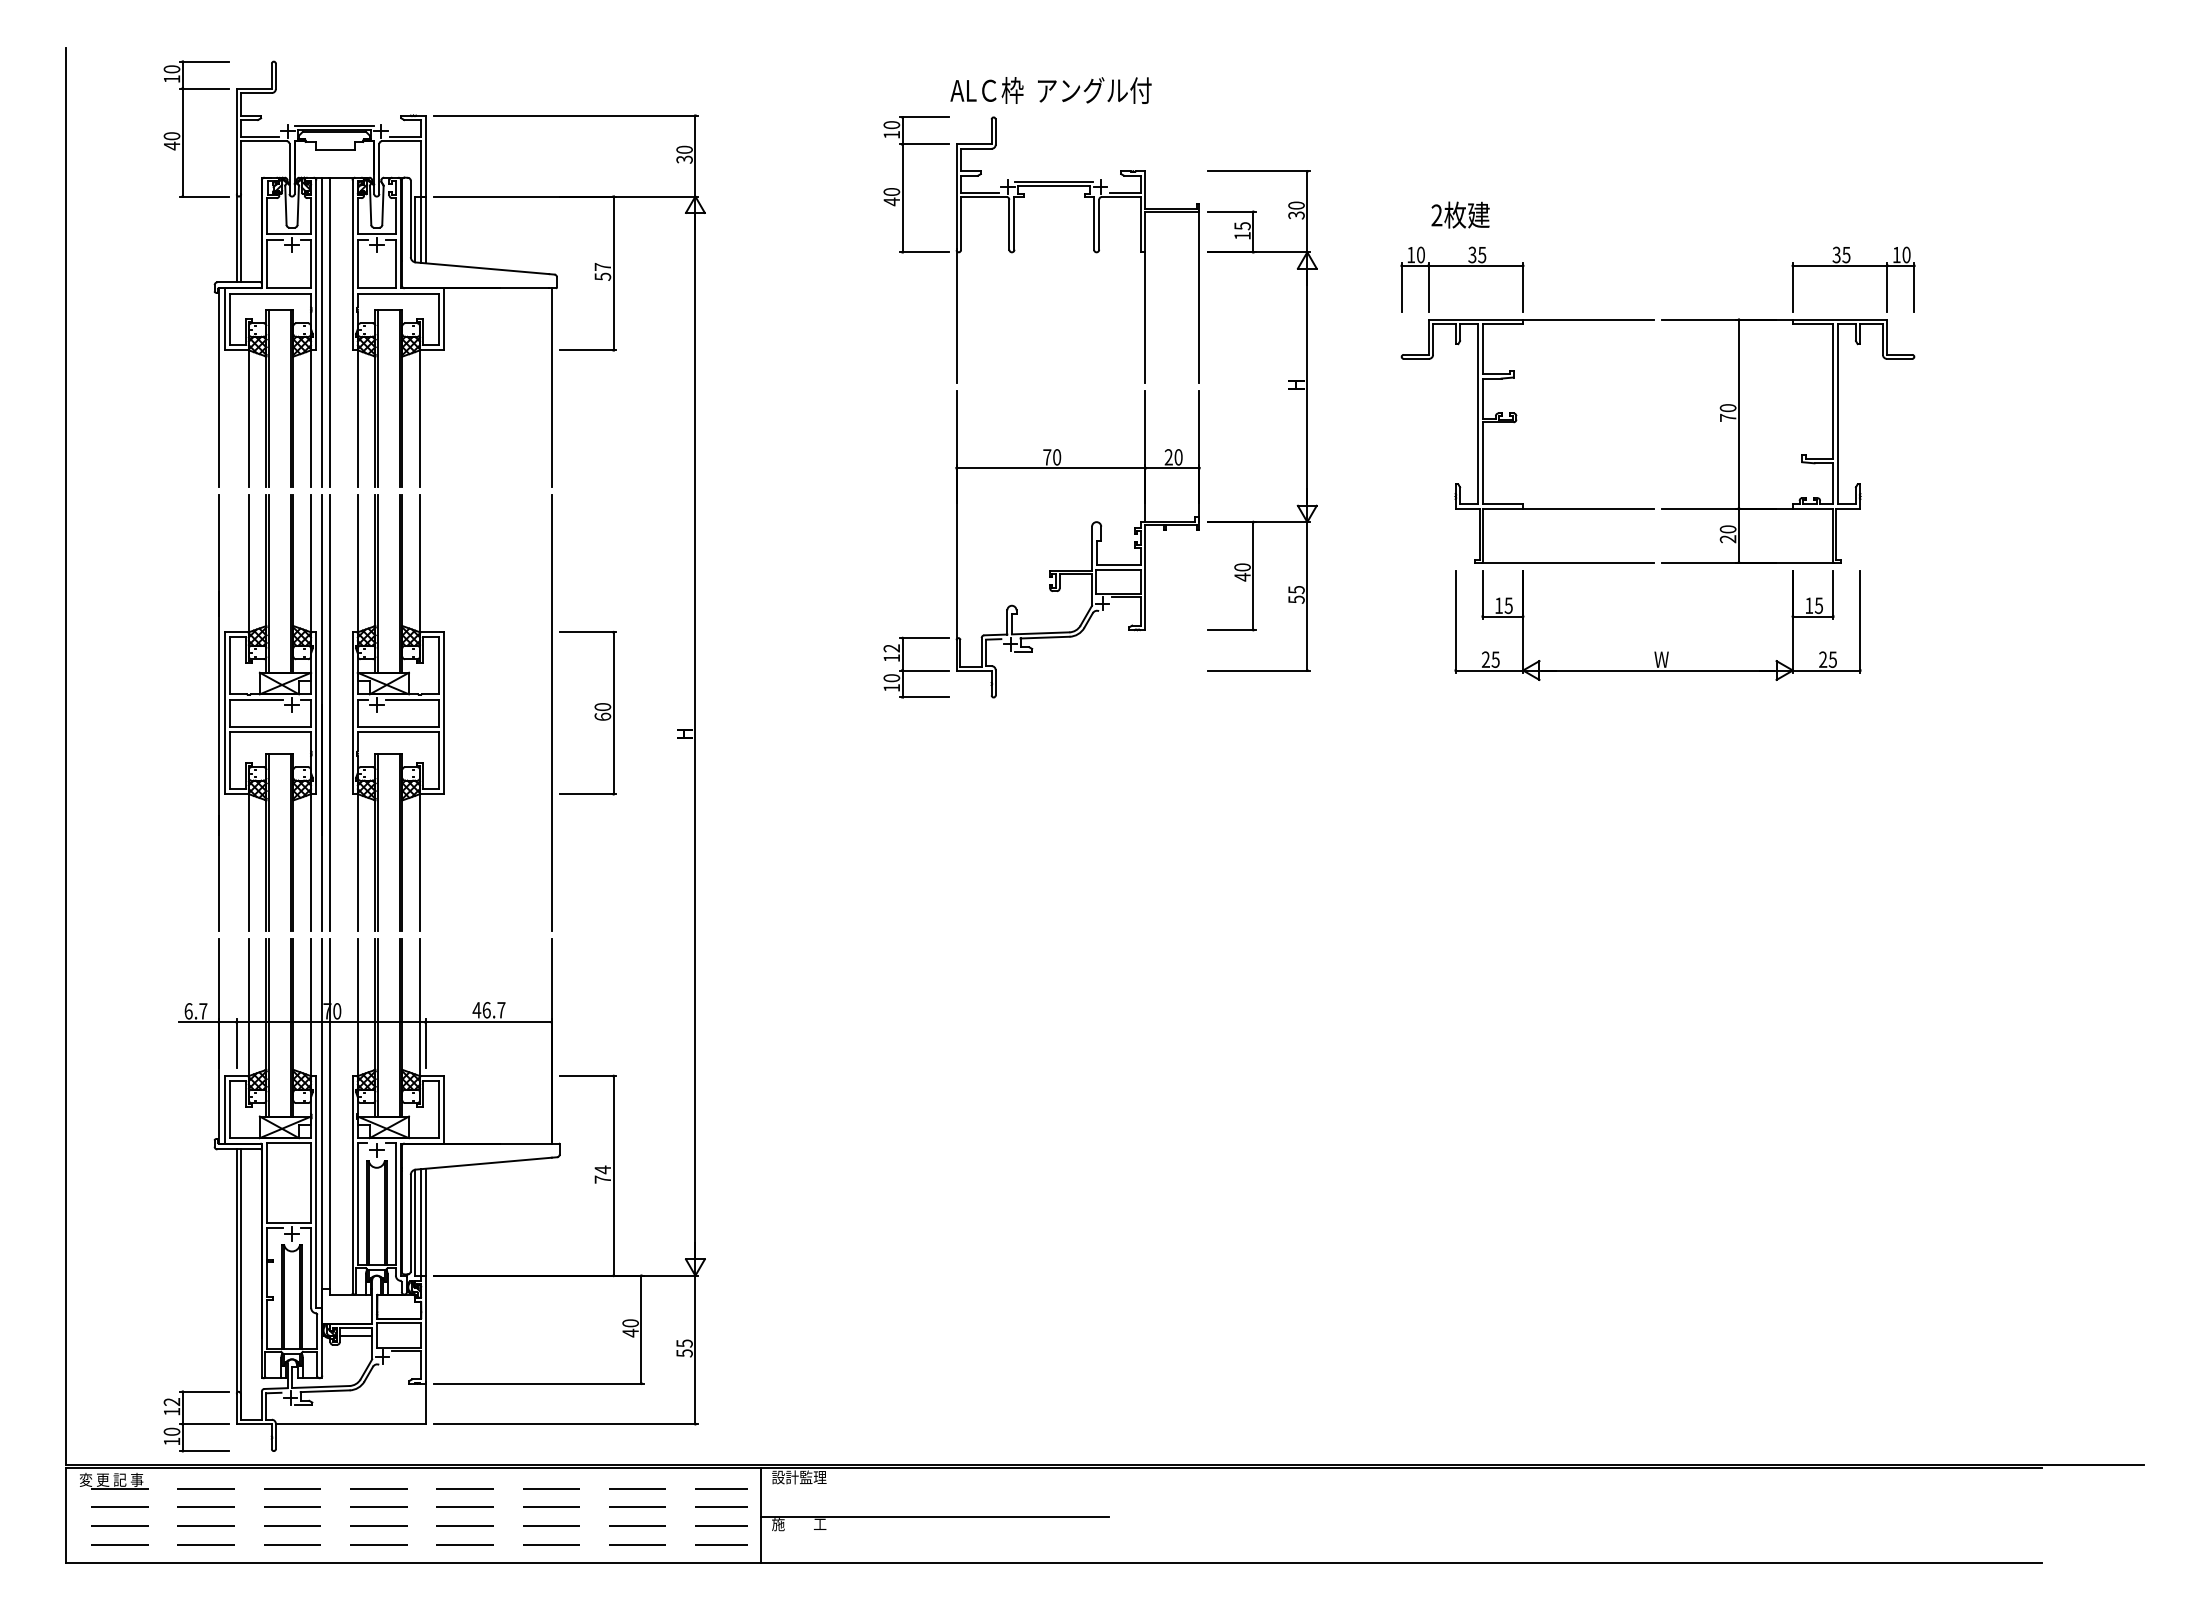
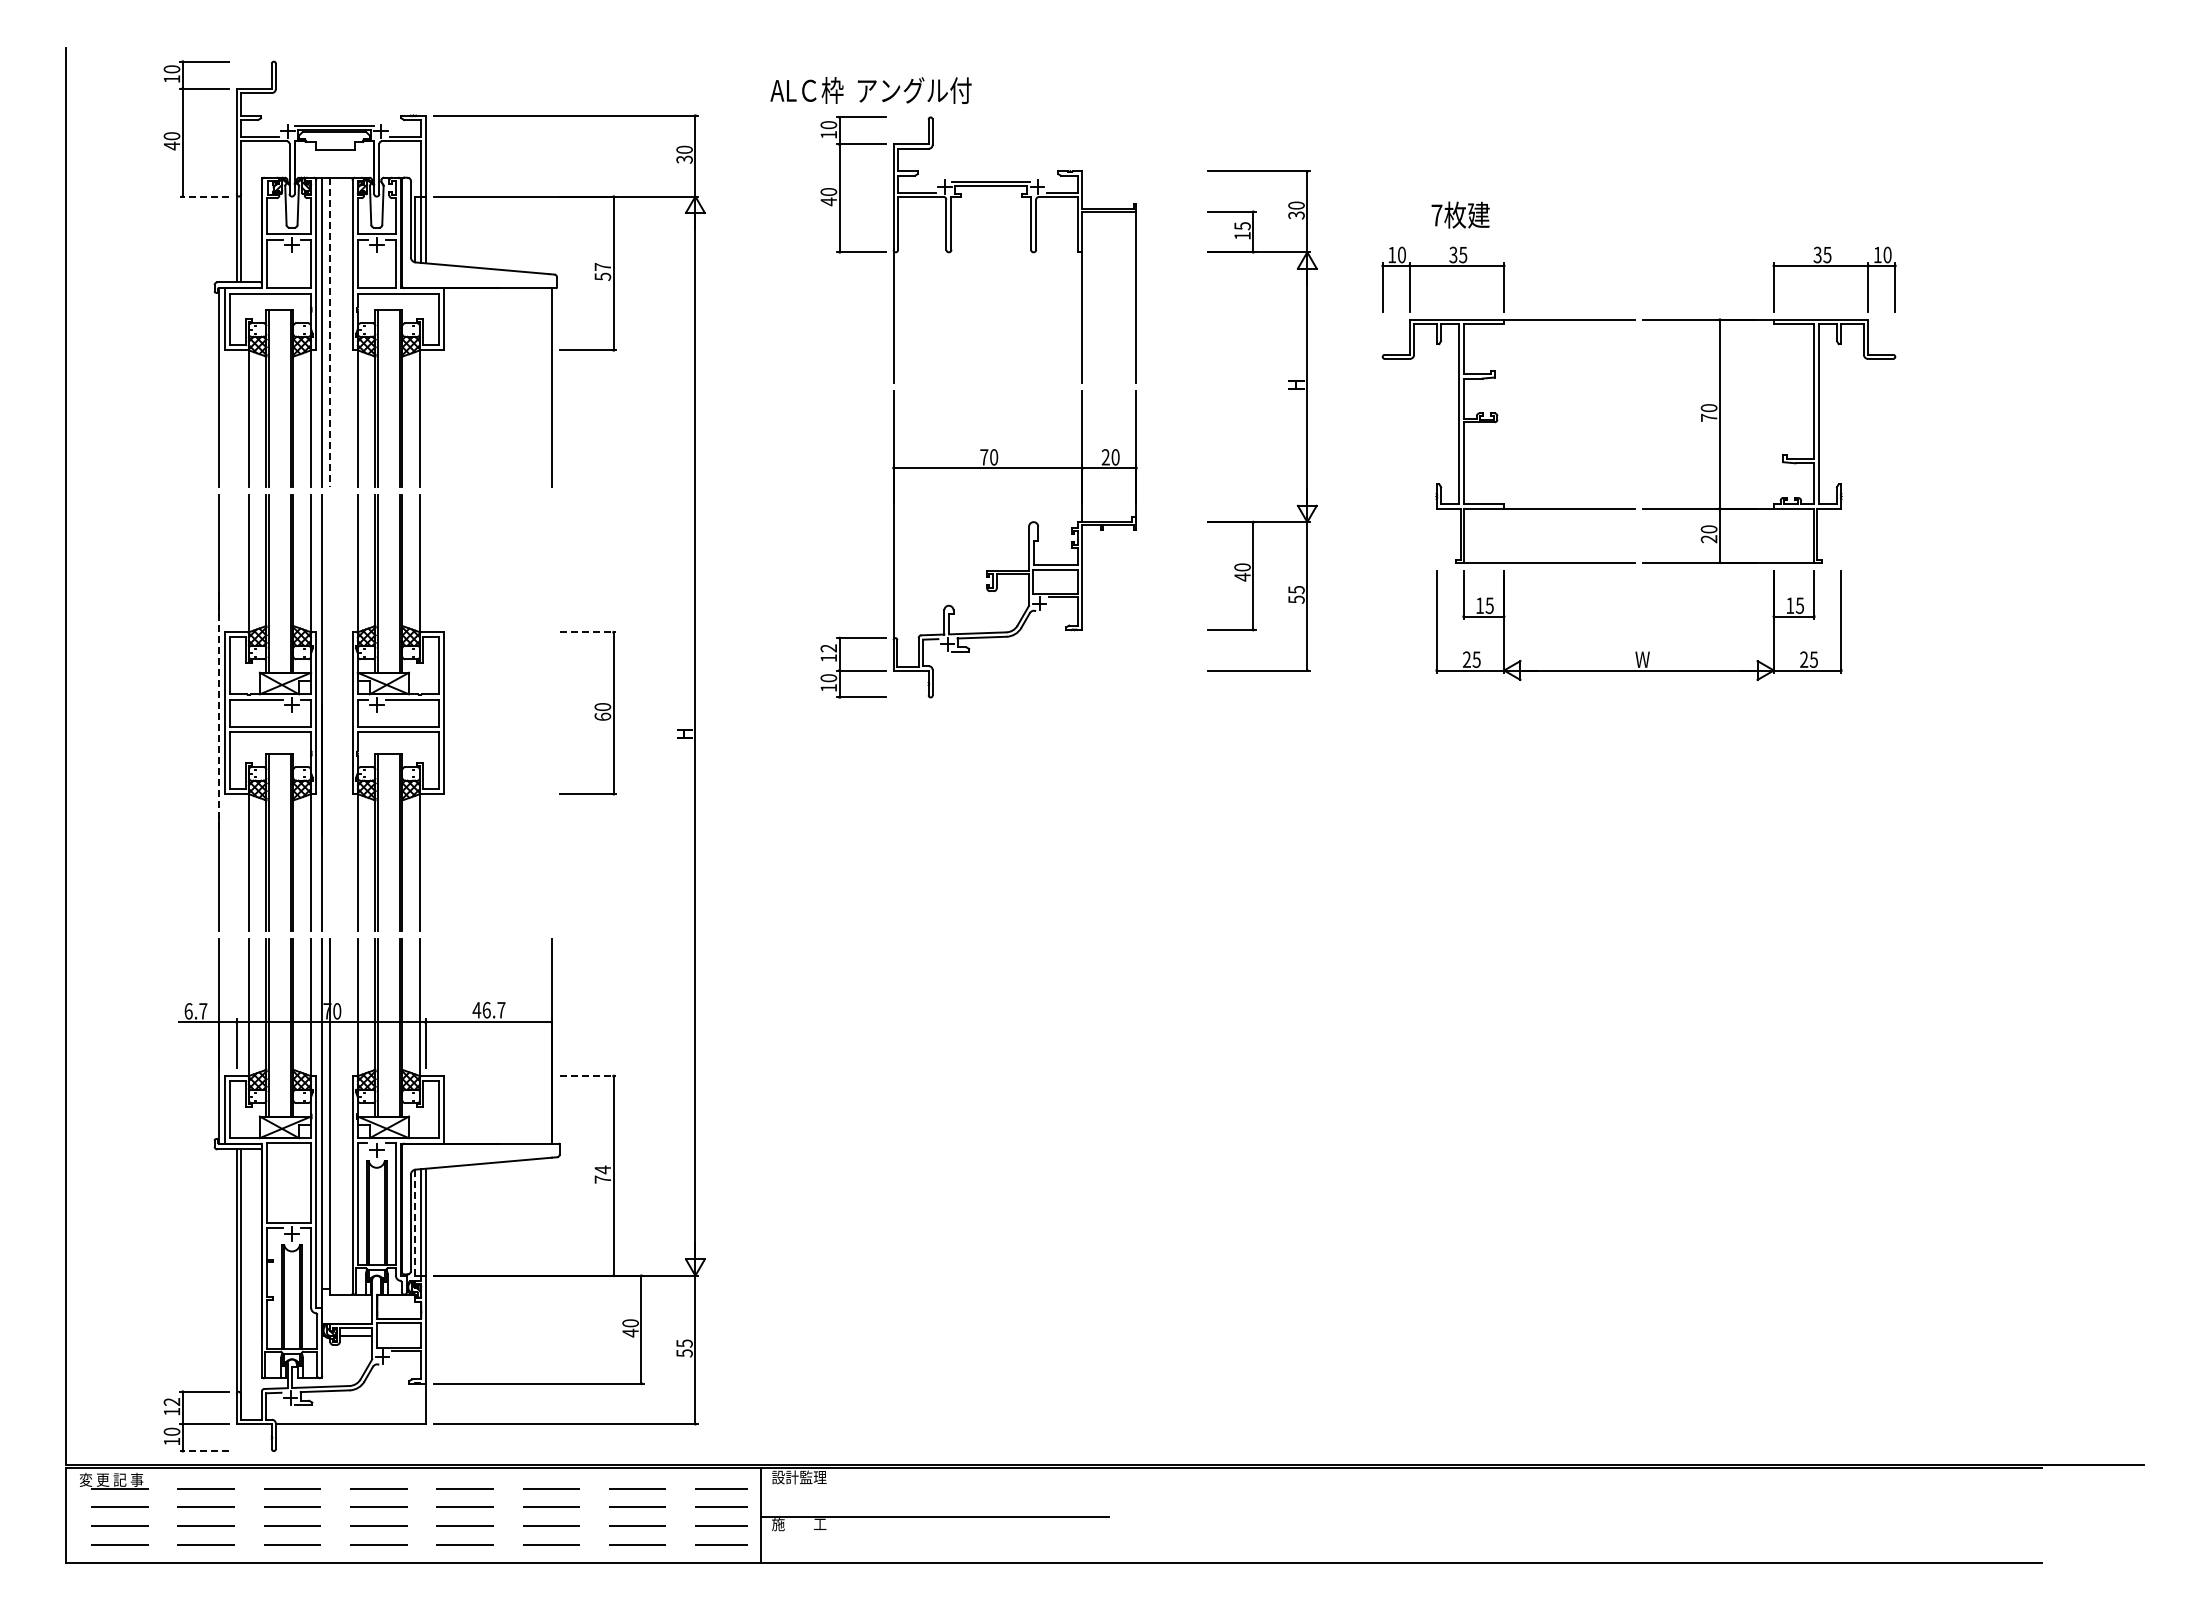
text at (1050, 90) position: (1050, 90) -> (870, 90)
line at (203, 196): solid -> dashed
text at (1436, 215): 2 -> 7
line at (330, 332): solid -> dashed
part at (1043, 449) position: (1043, 449) -> (980, 449)
part at (1654, 508) position: (1654, 508) -> (1635, 508)
line at (588, 632): solid -> dashed
line at (218, 713): solid -> dashed
line at (330, 713): present -> none
line at (551, 713): present -> none
line at (588, 1076): solid -> dashed
line at (415, 1223): solid -> dashed
line at (203, 1451): solid -> dashed
